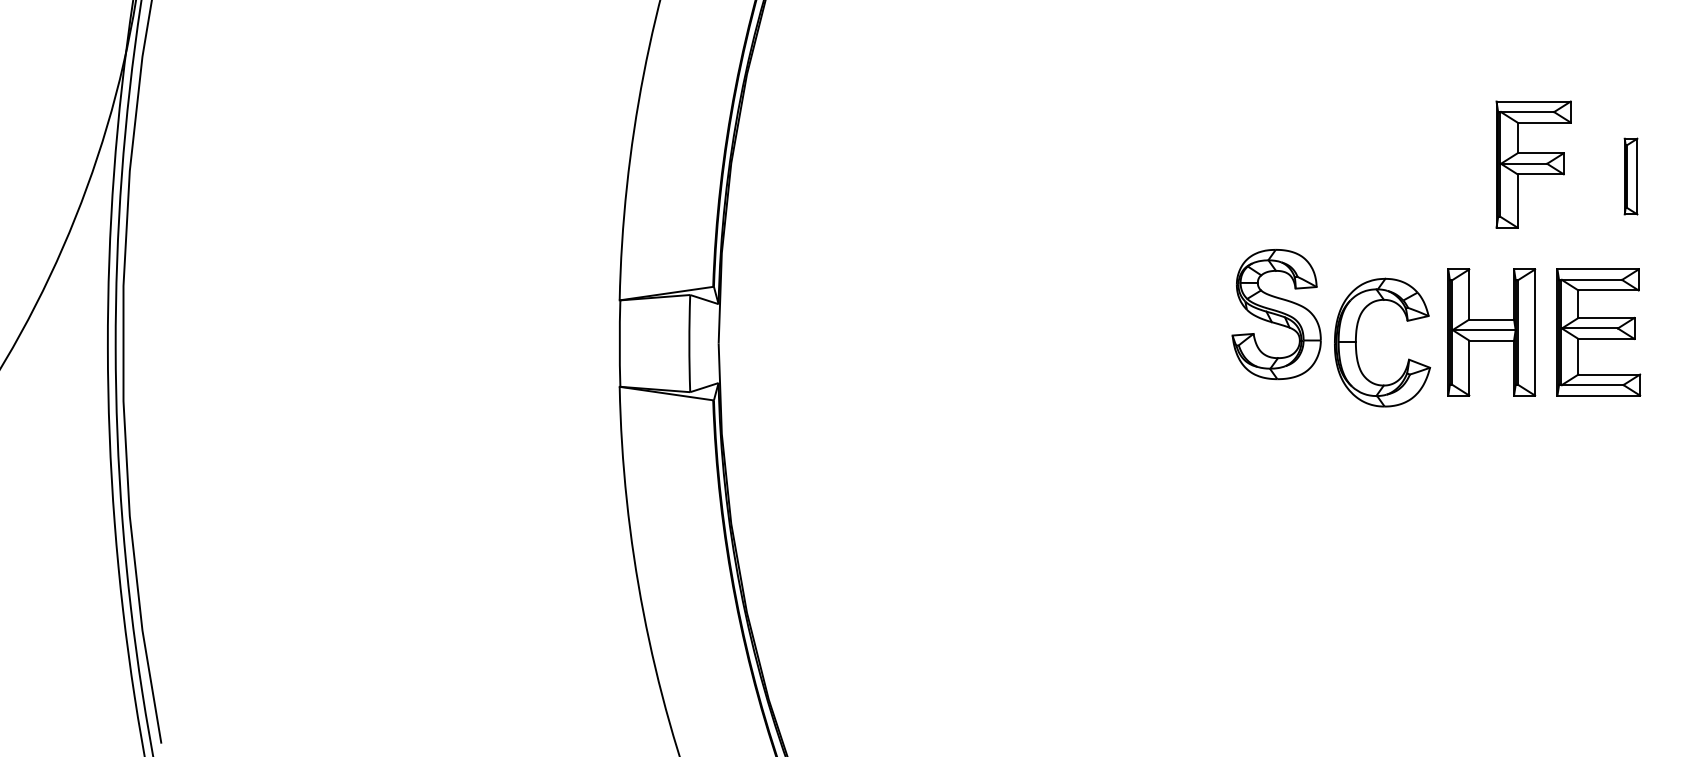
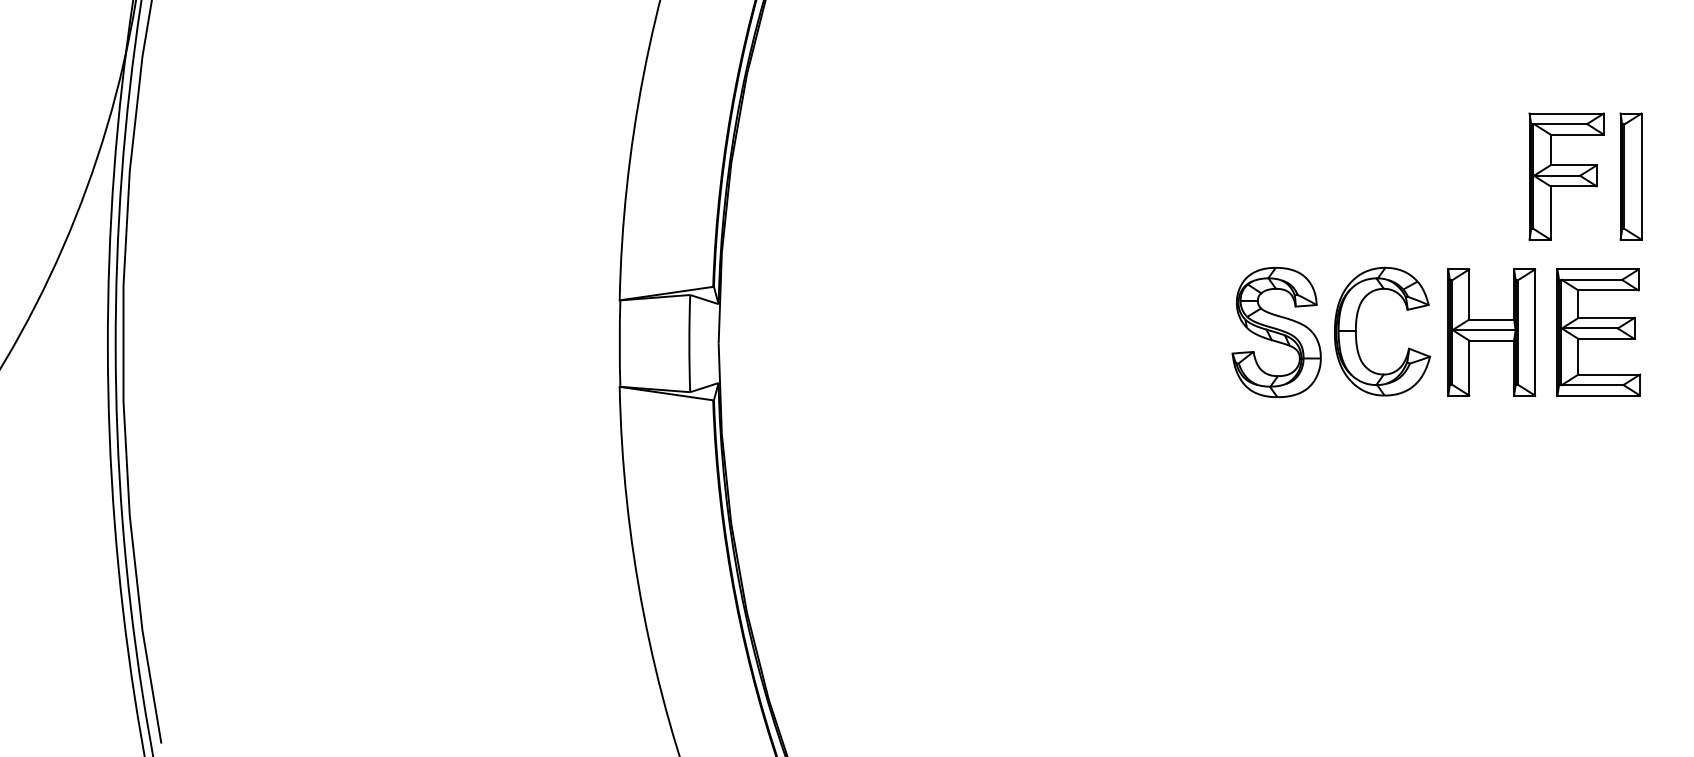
part at (1533, 164) position: (1533, 164) -> (1566, 176)
part at (1630, 176) size: 16x79 px -> 24x129 px
part at (1276, 314) position: (1276, 314) -> (1276, 332)
part at (1356, 342) position: (1356, 342) -> (1356, 331)
